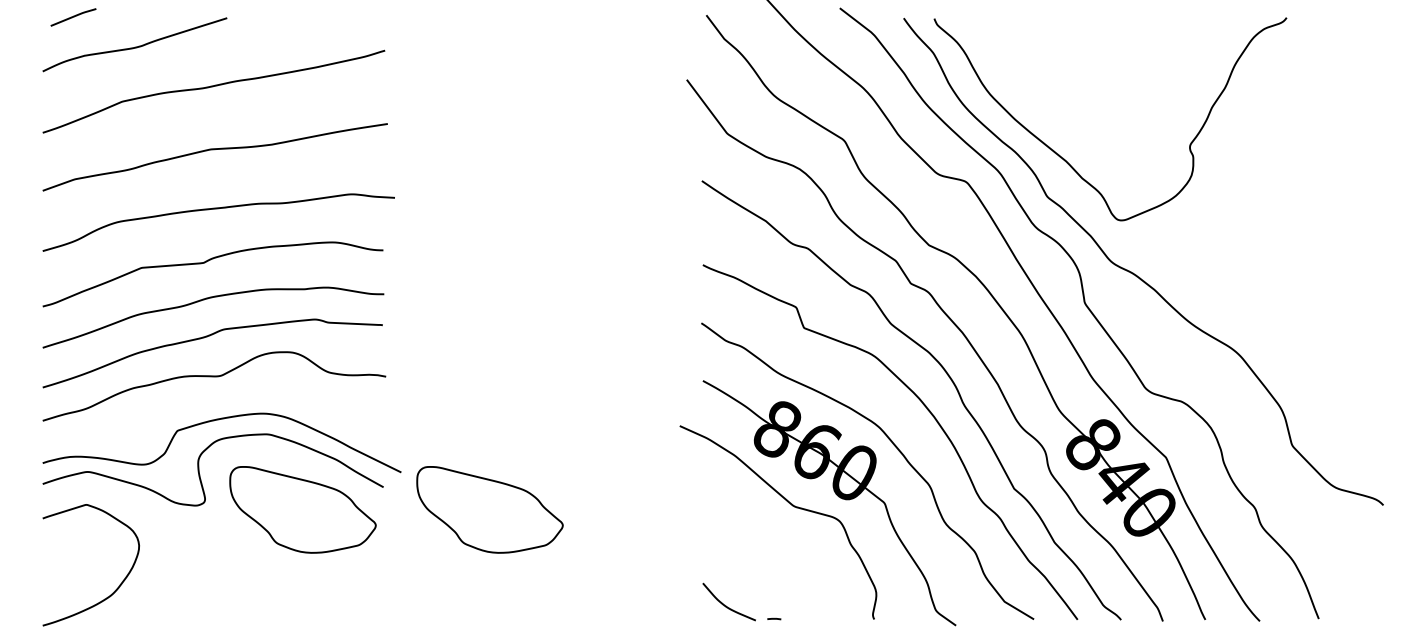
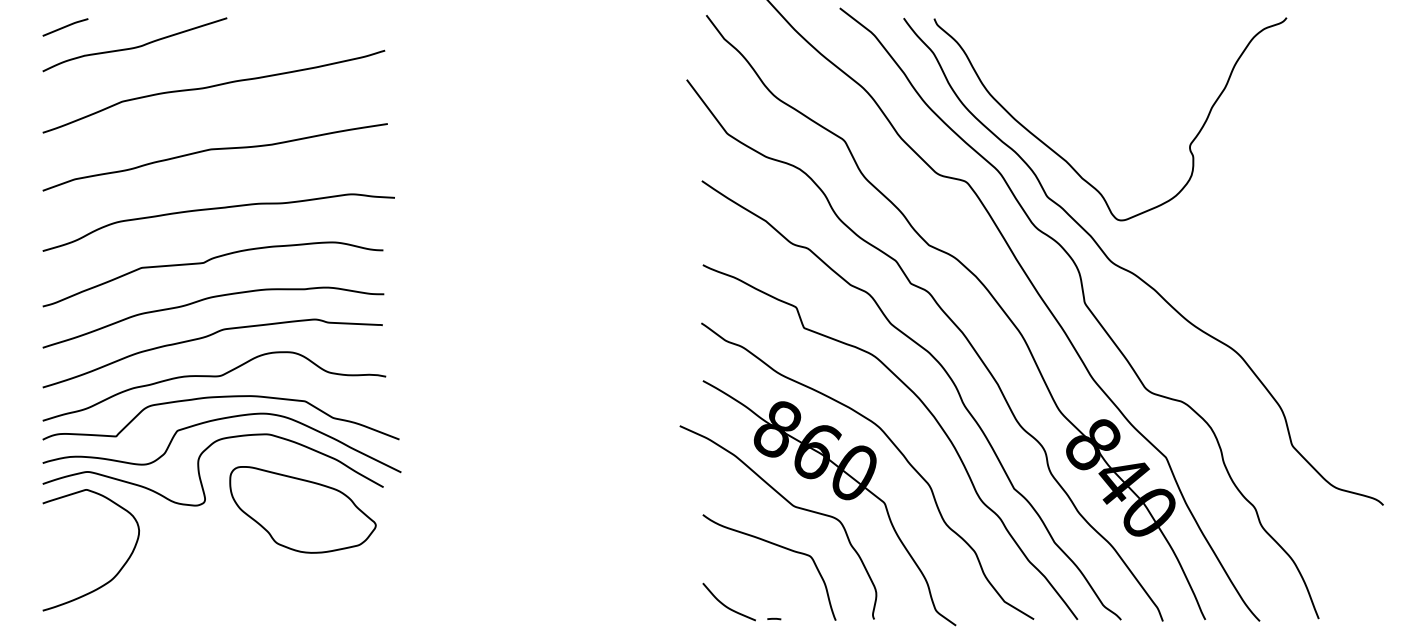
curve at (73, 17) position: (73, 17) -> (65, 27)
curve at (214, 398): none -> present
part at (489, 509): present -> none
curve at (777, 546): none -> present
curve at (115, 589) position: (115, 589) -> (115, 574)
